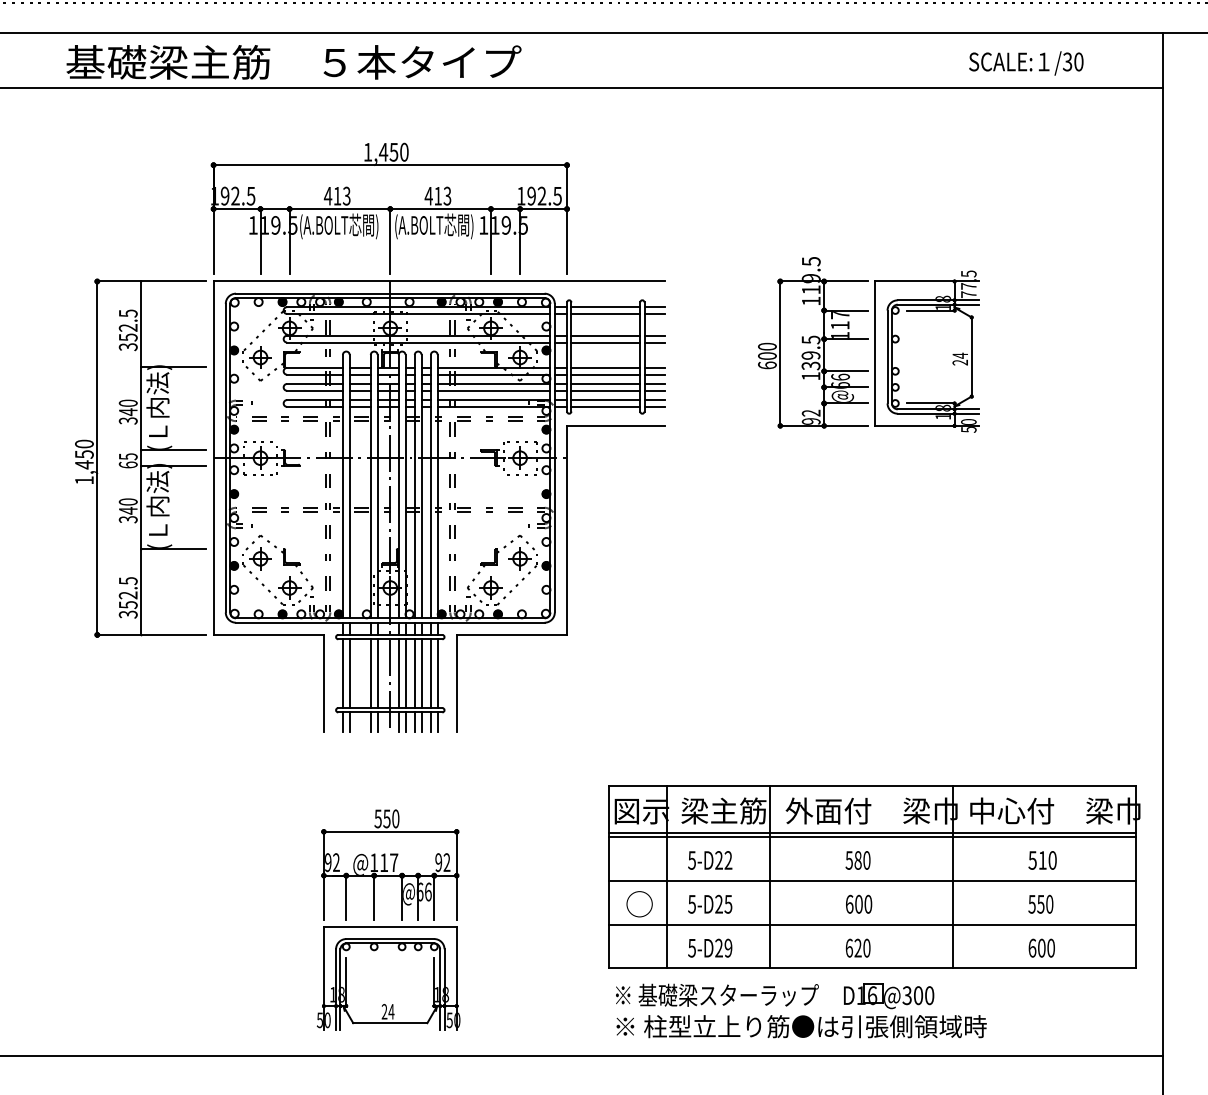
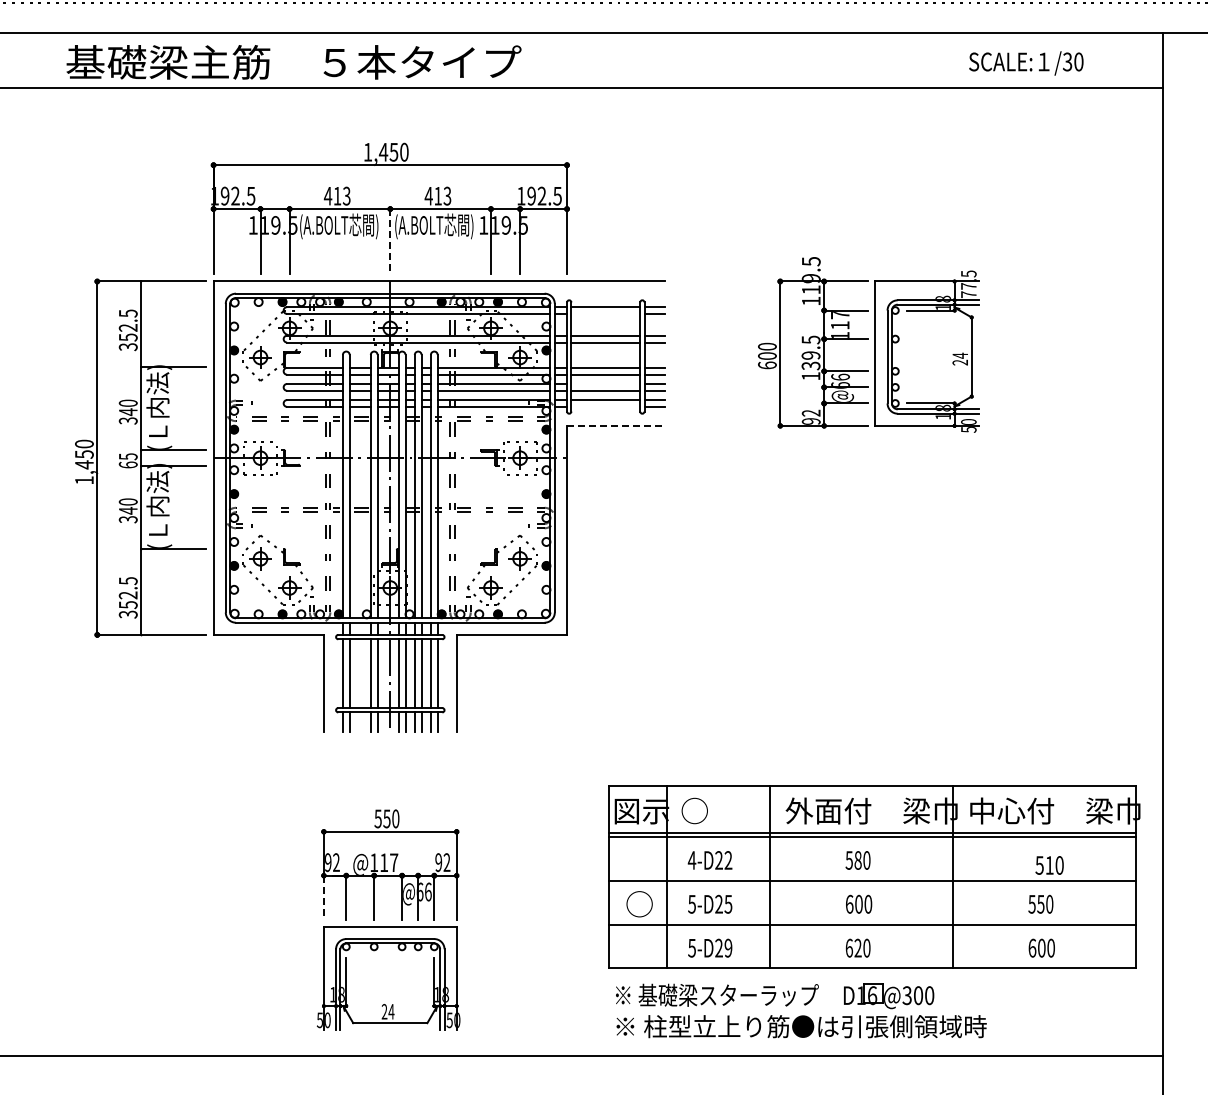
line at (390, 241): solid -> dashed
line at (605, 313): present -> none
line at (605, 383): present -> none
line at (605, 406): present -> none
line at (615, 425): solid -> dashed
text at (723, 810): 梁主筋 -> ○
text at (691, 860): 5-D22 -> 4-D22
text at (1042, 860) position: (1042, 860) -> (1049, 865)
line at (323, 897): solid -> dashed
